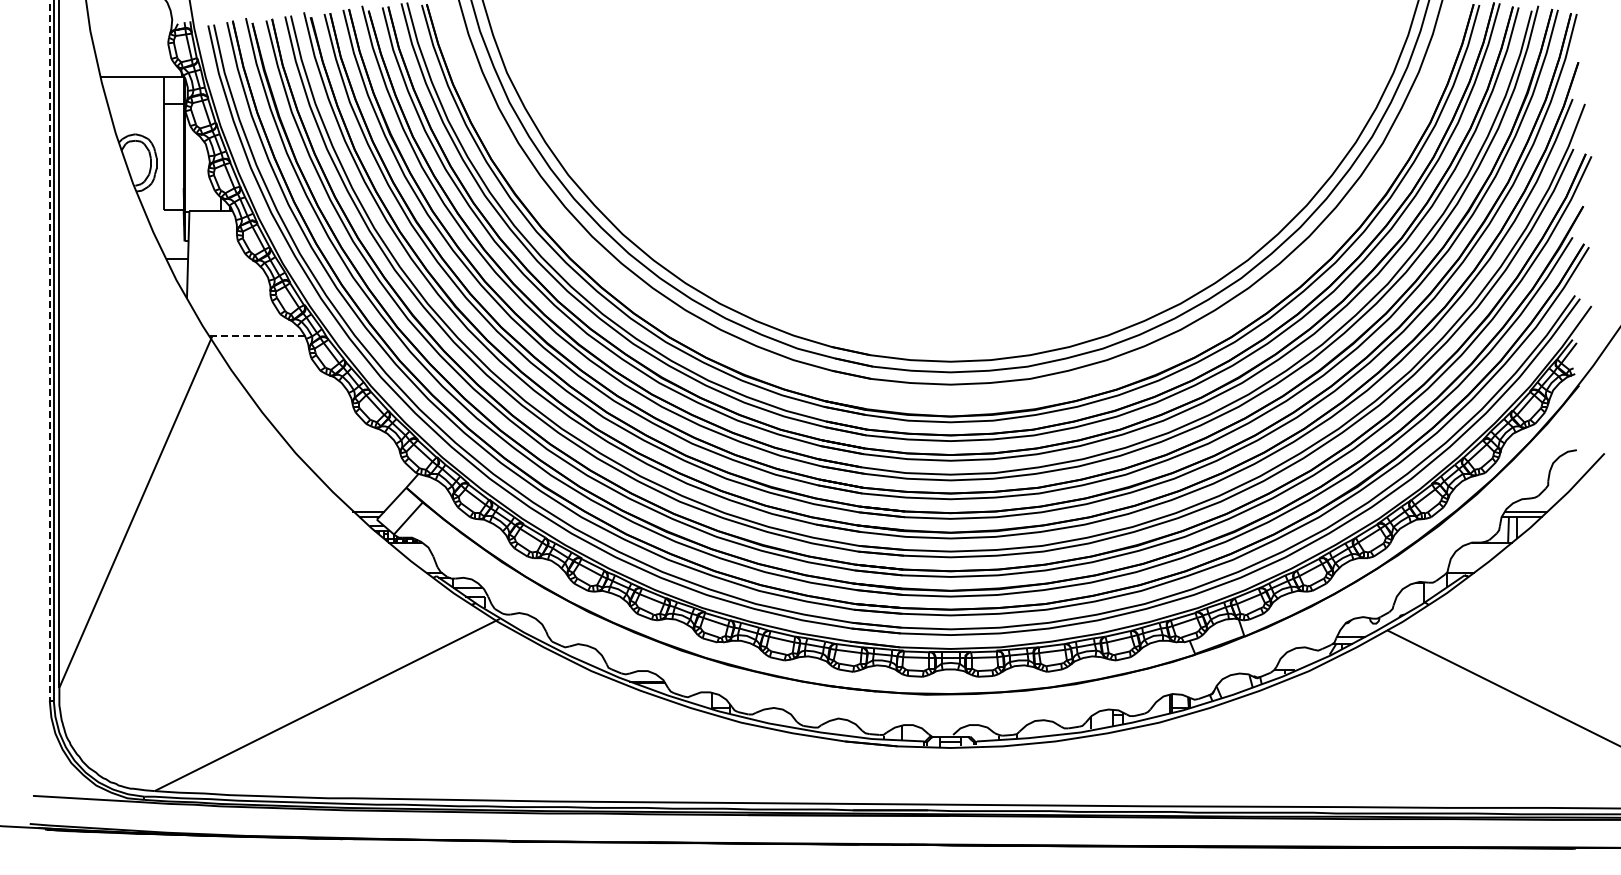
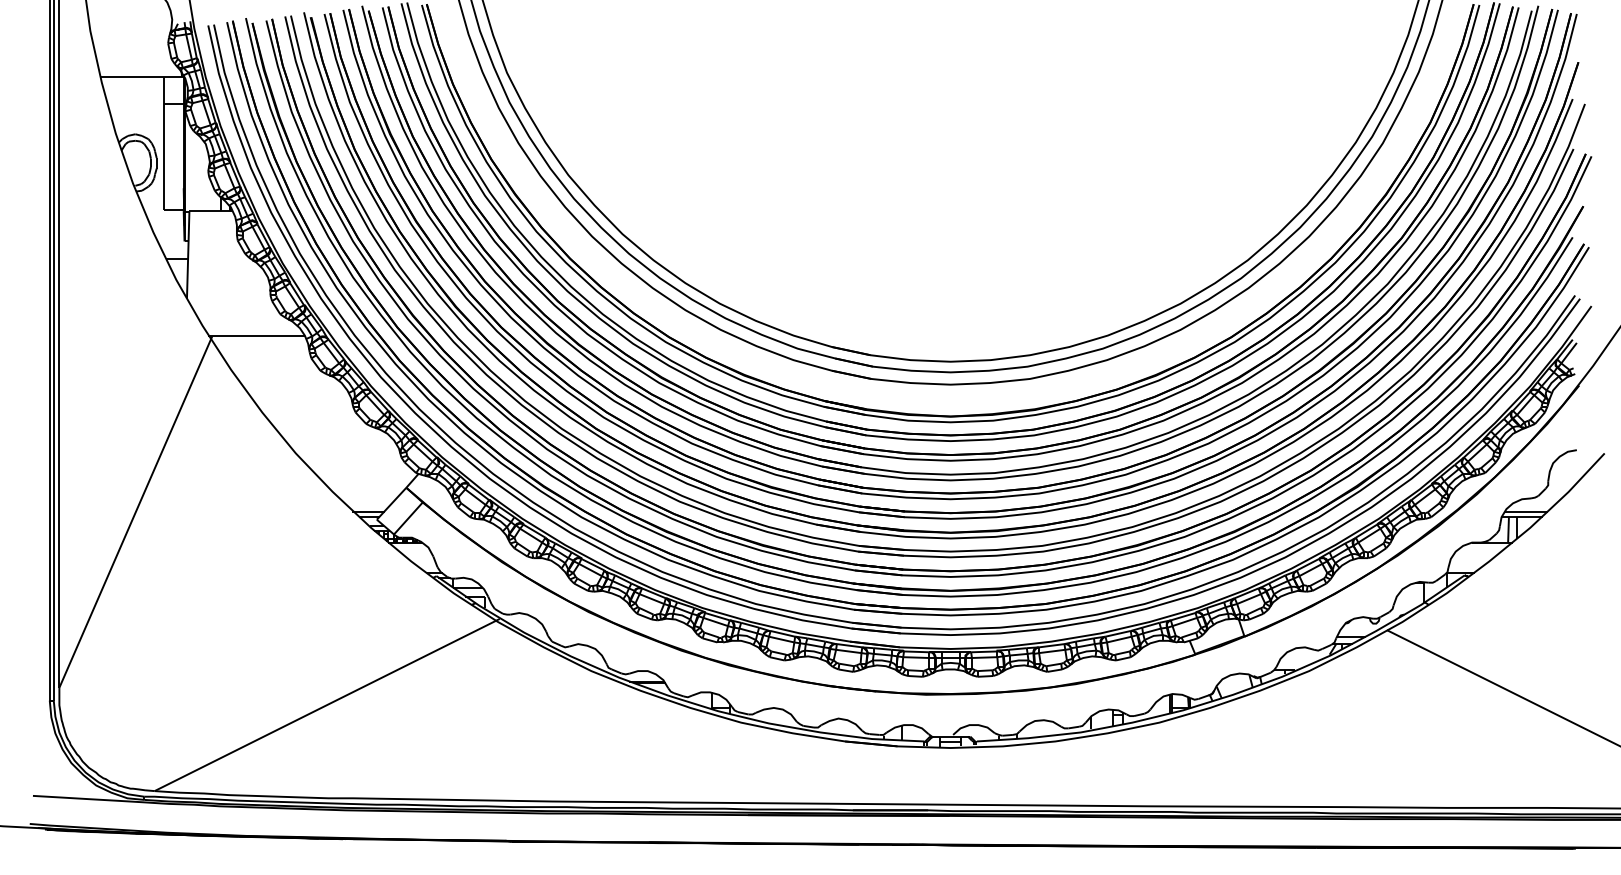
line at (256, 335): dashed -> solid
line at (49, 350): dashed -> solid
